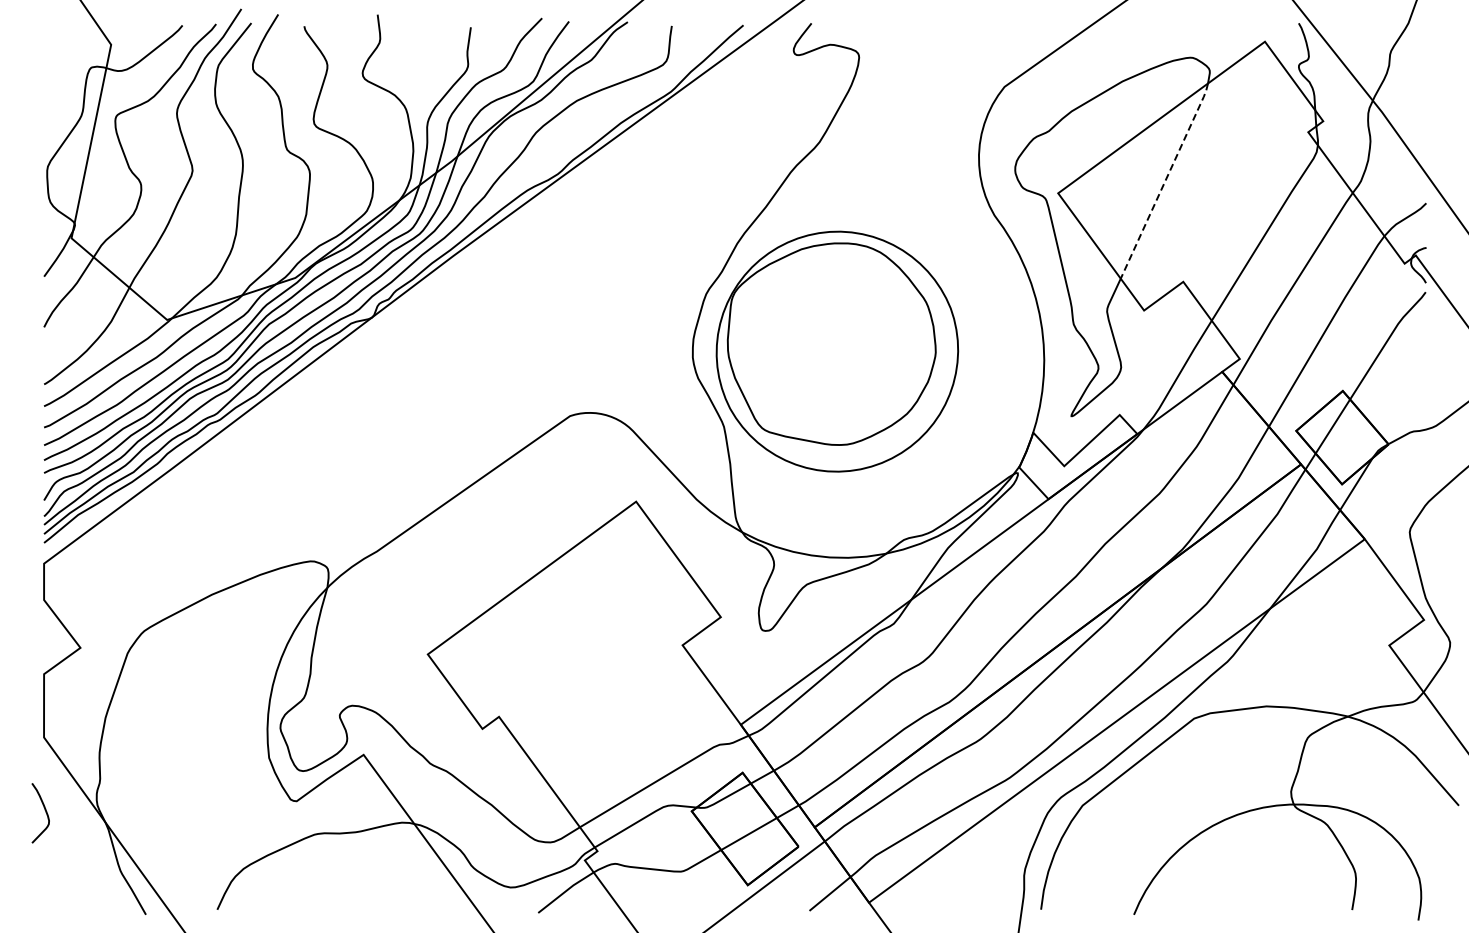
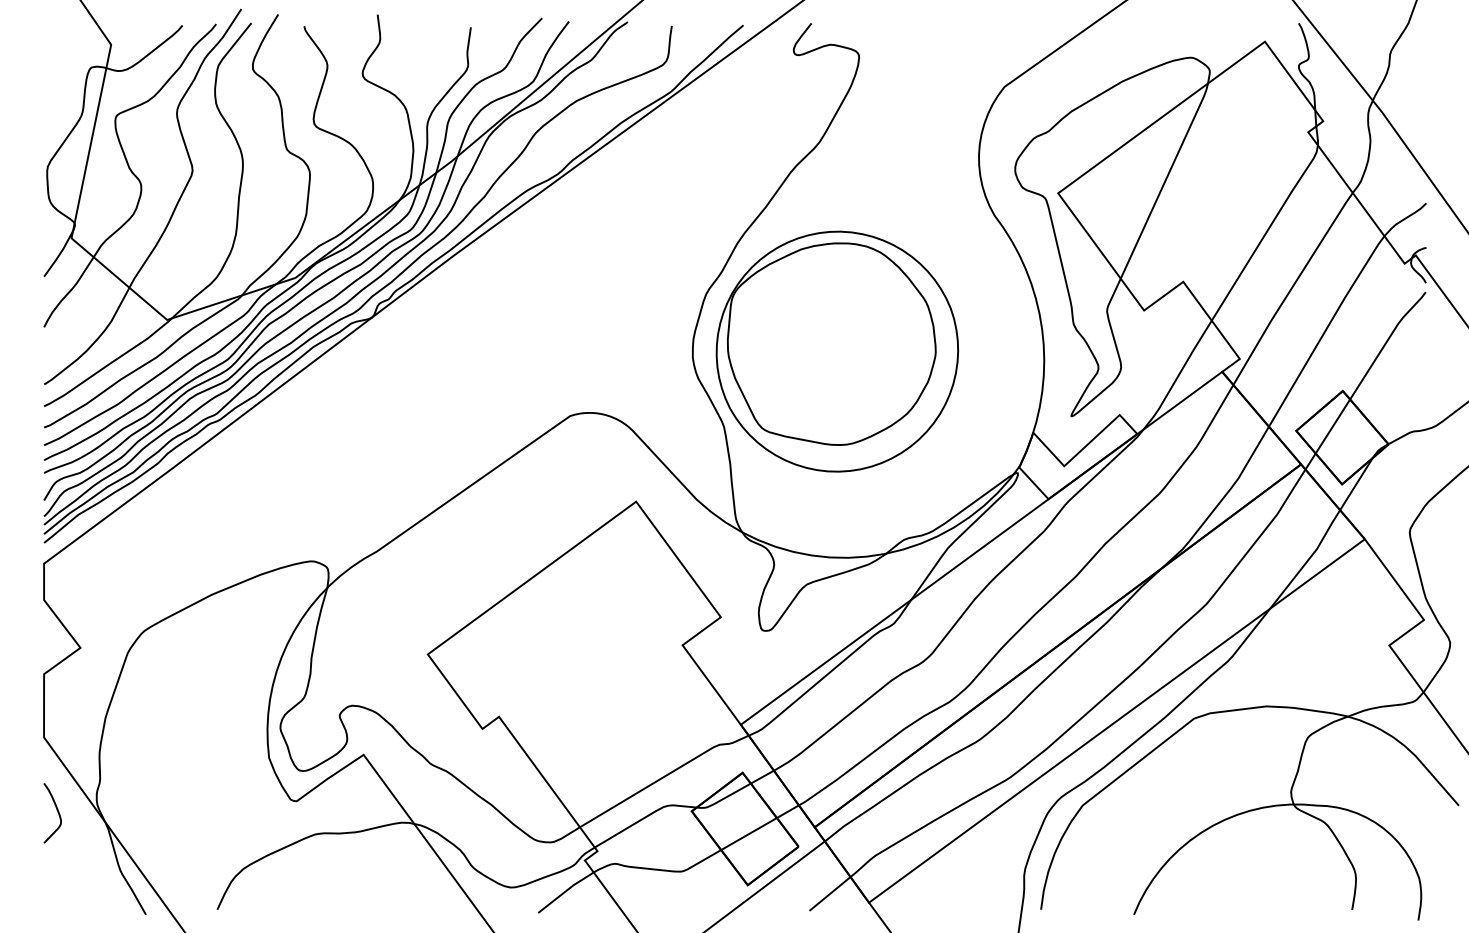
line at (1166, 179): dashed -> solid
curve at (44, 810) position: (44, 810) -> (56, 810)
